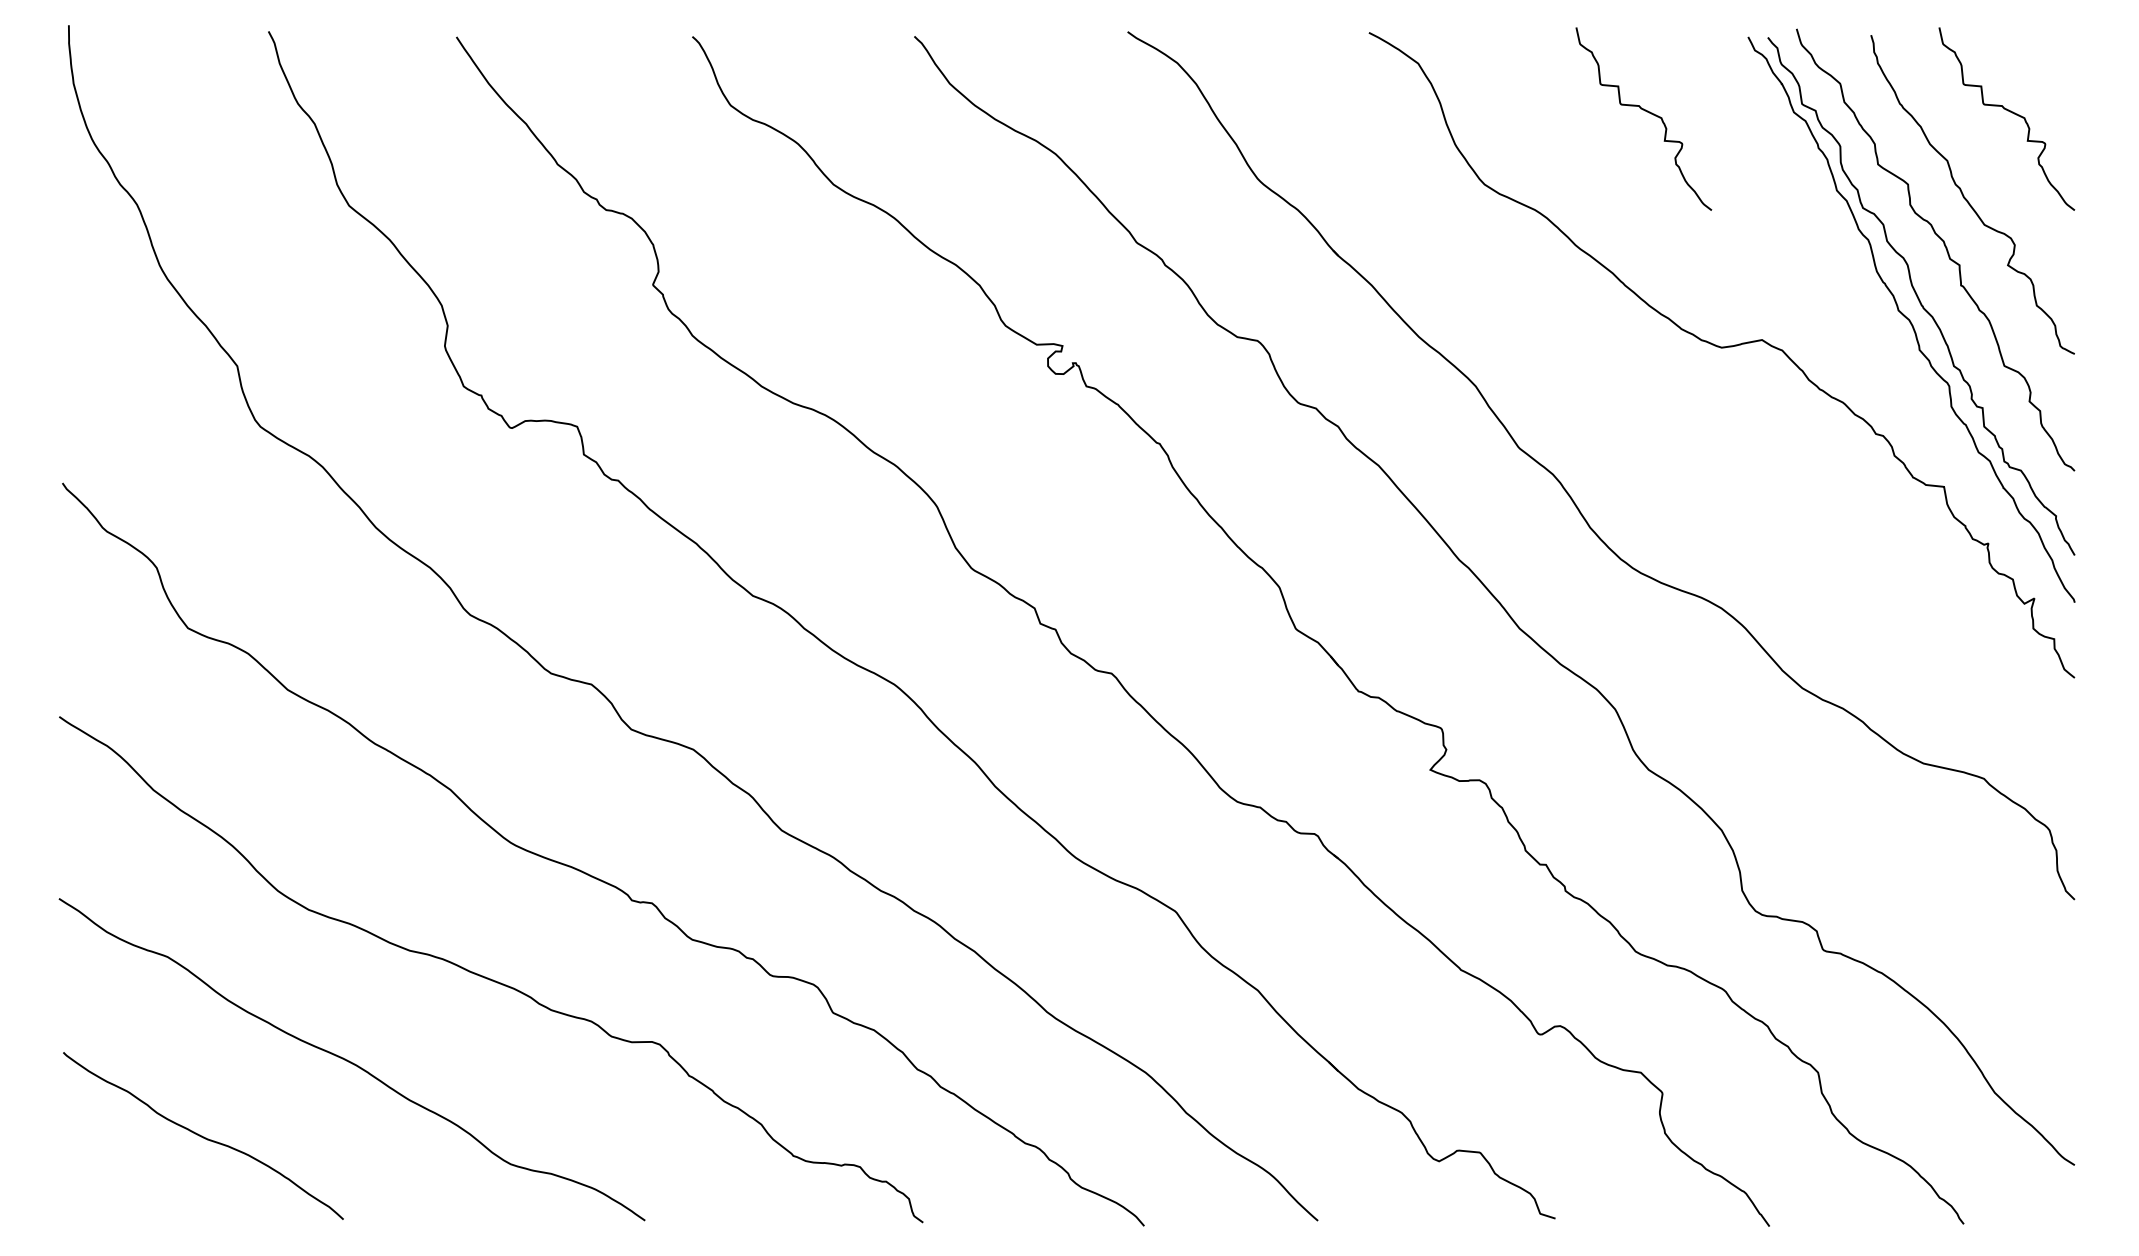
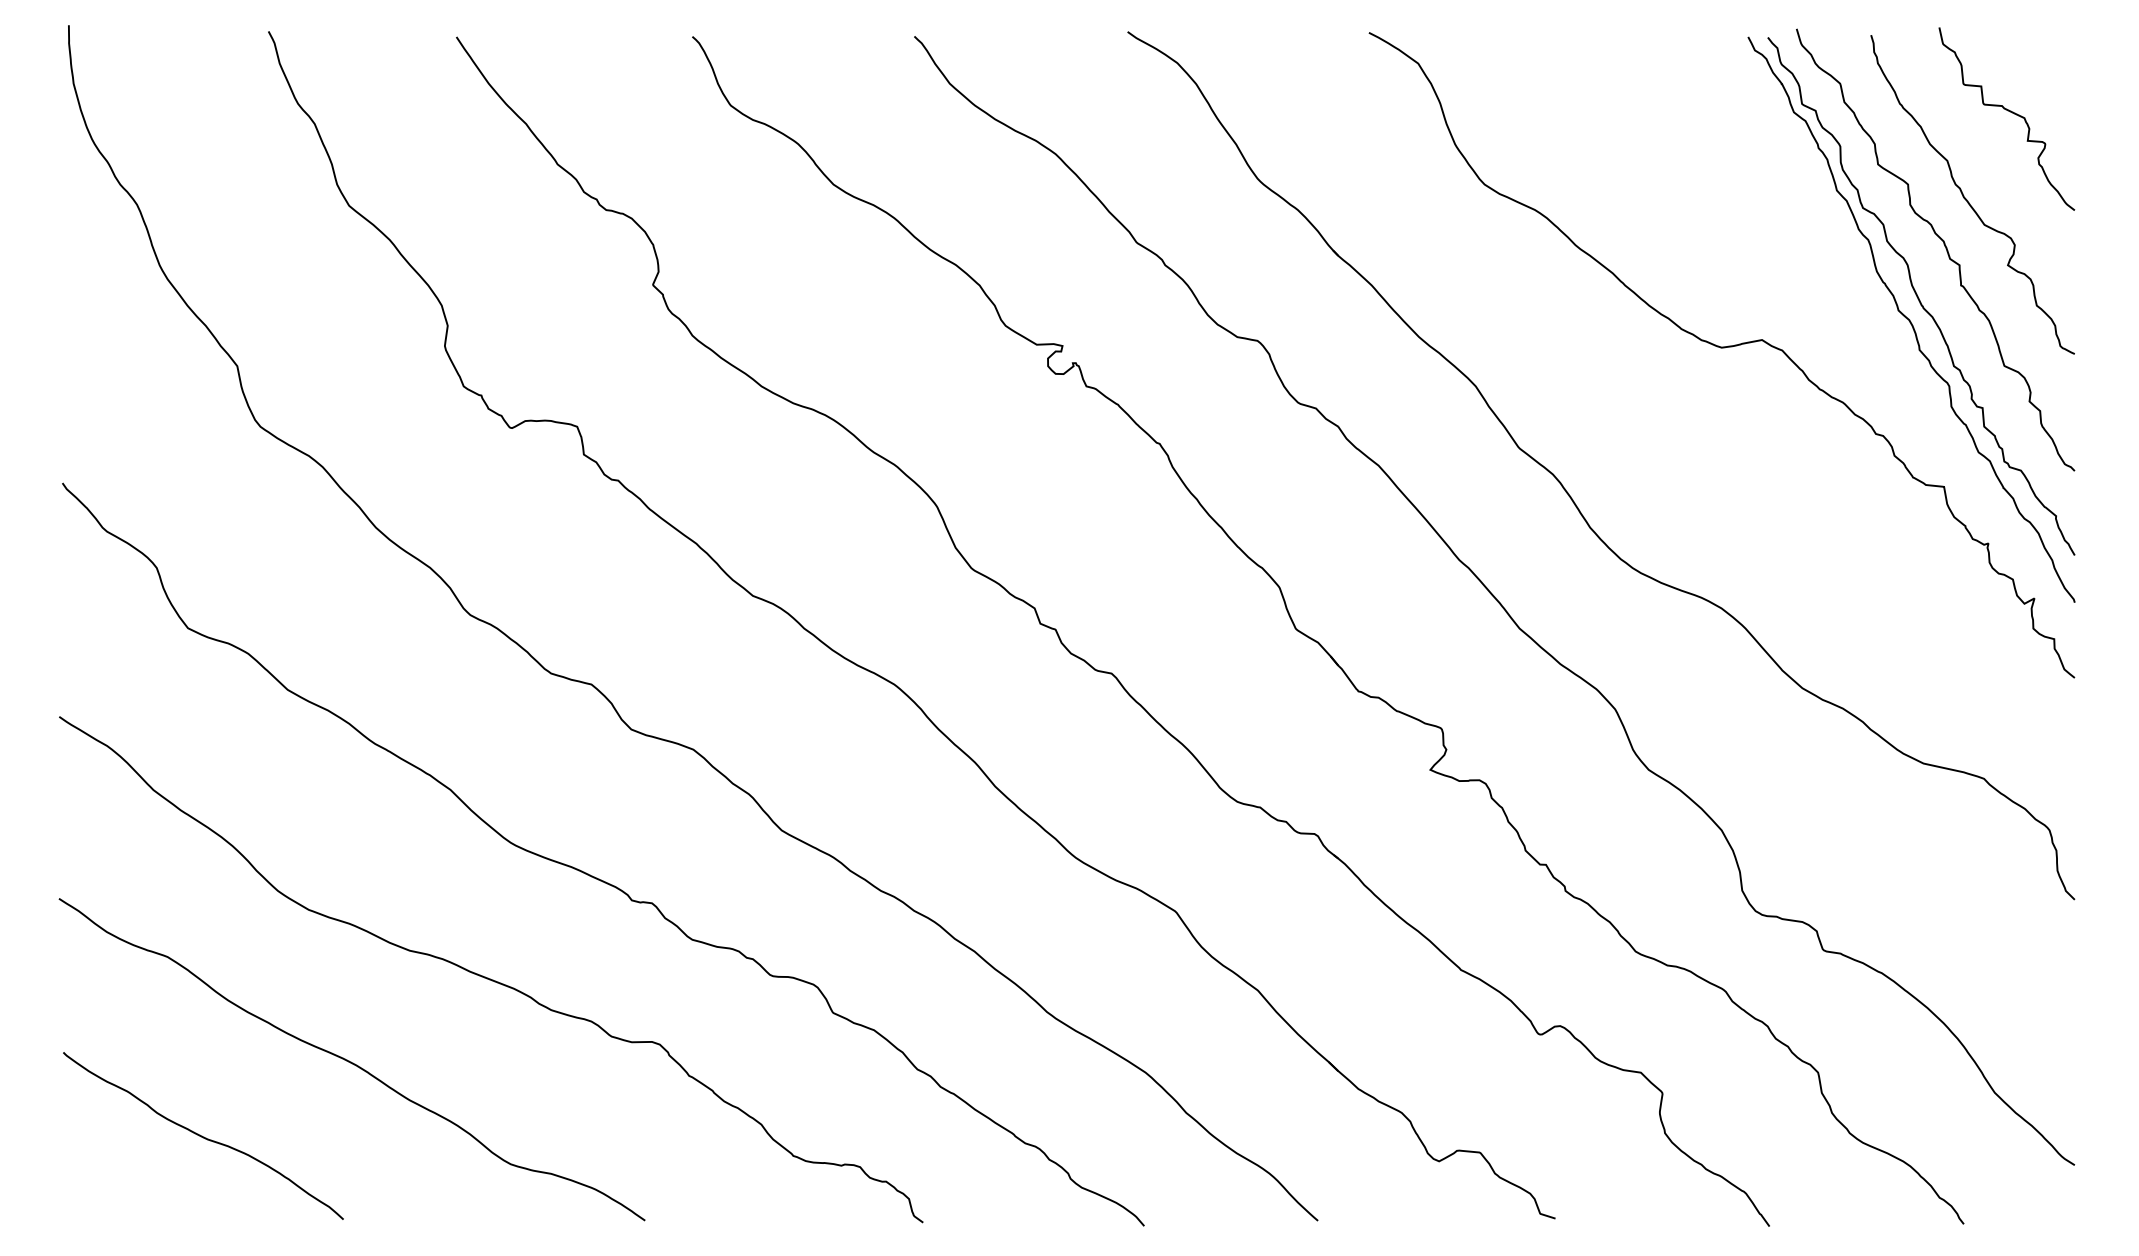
curve at (1647, 112): present -> none
